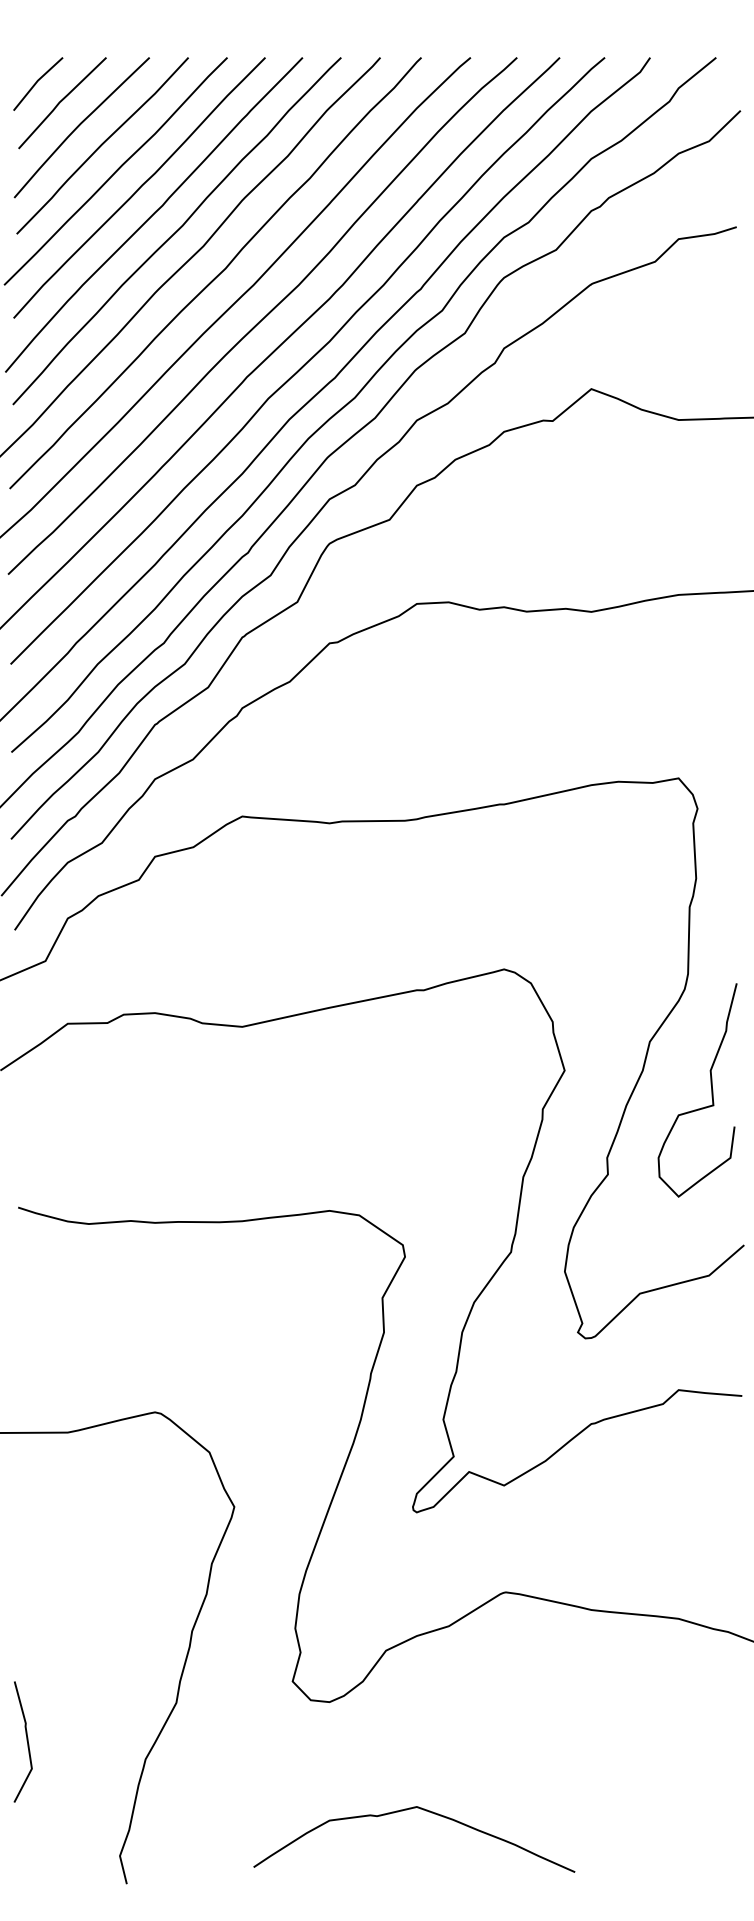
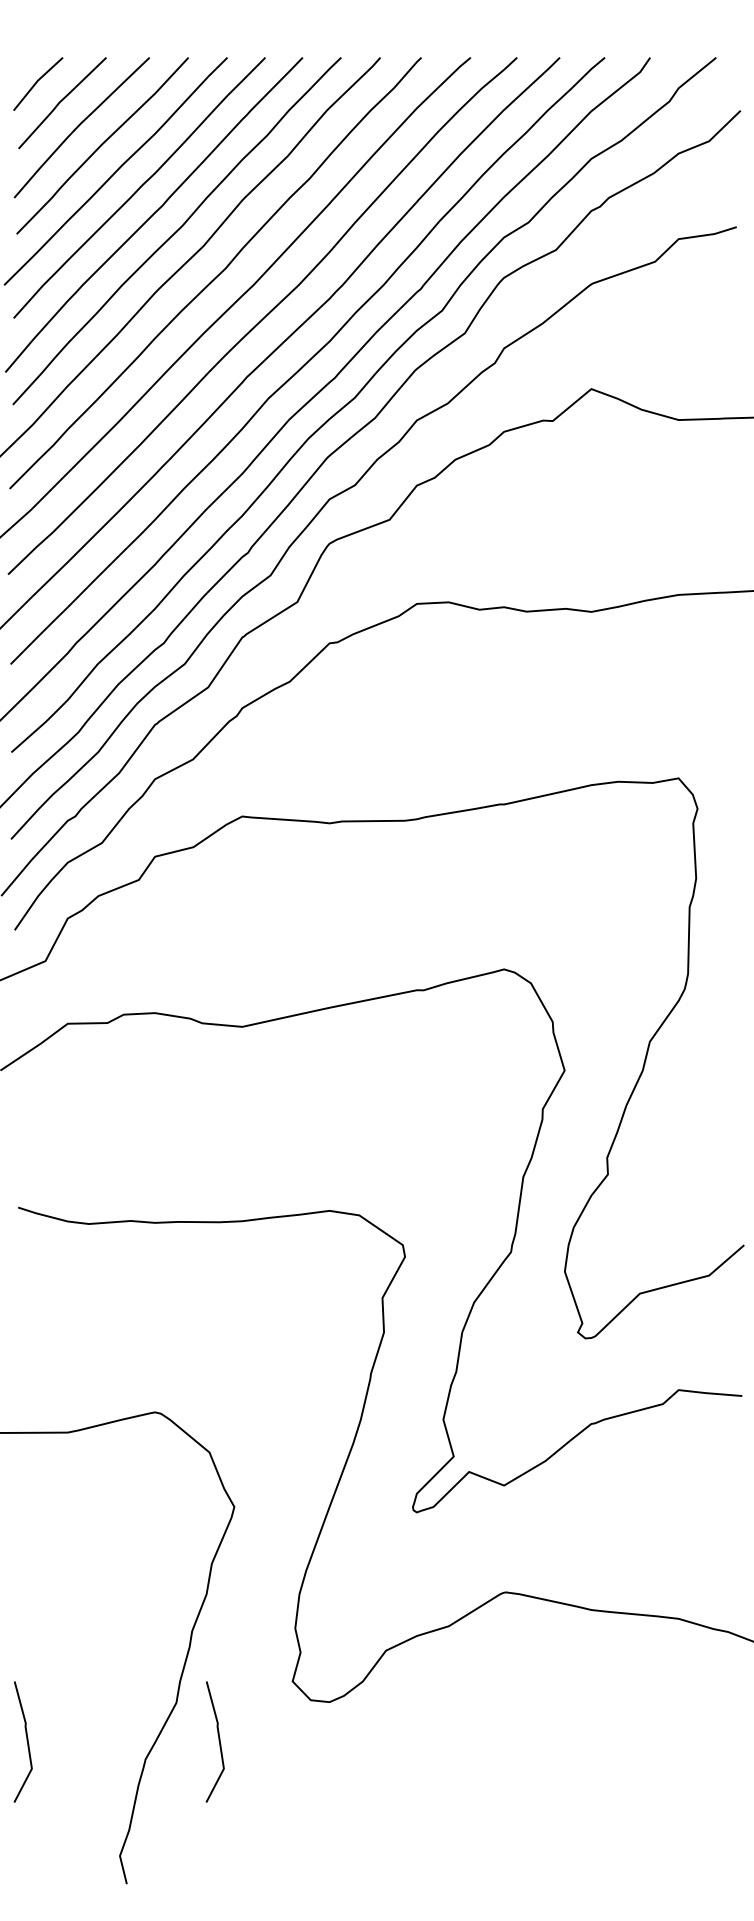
curve at (711, 1090): present -> none
line at (218, 1741): none -> present
curve at (407, 1810): present -> none
